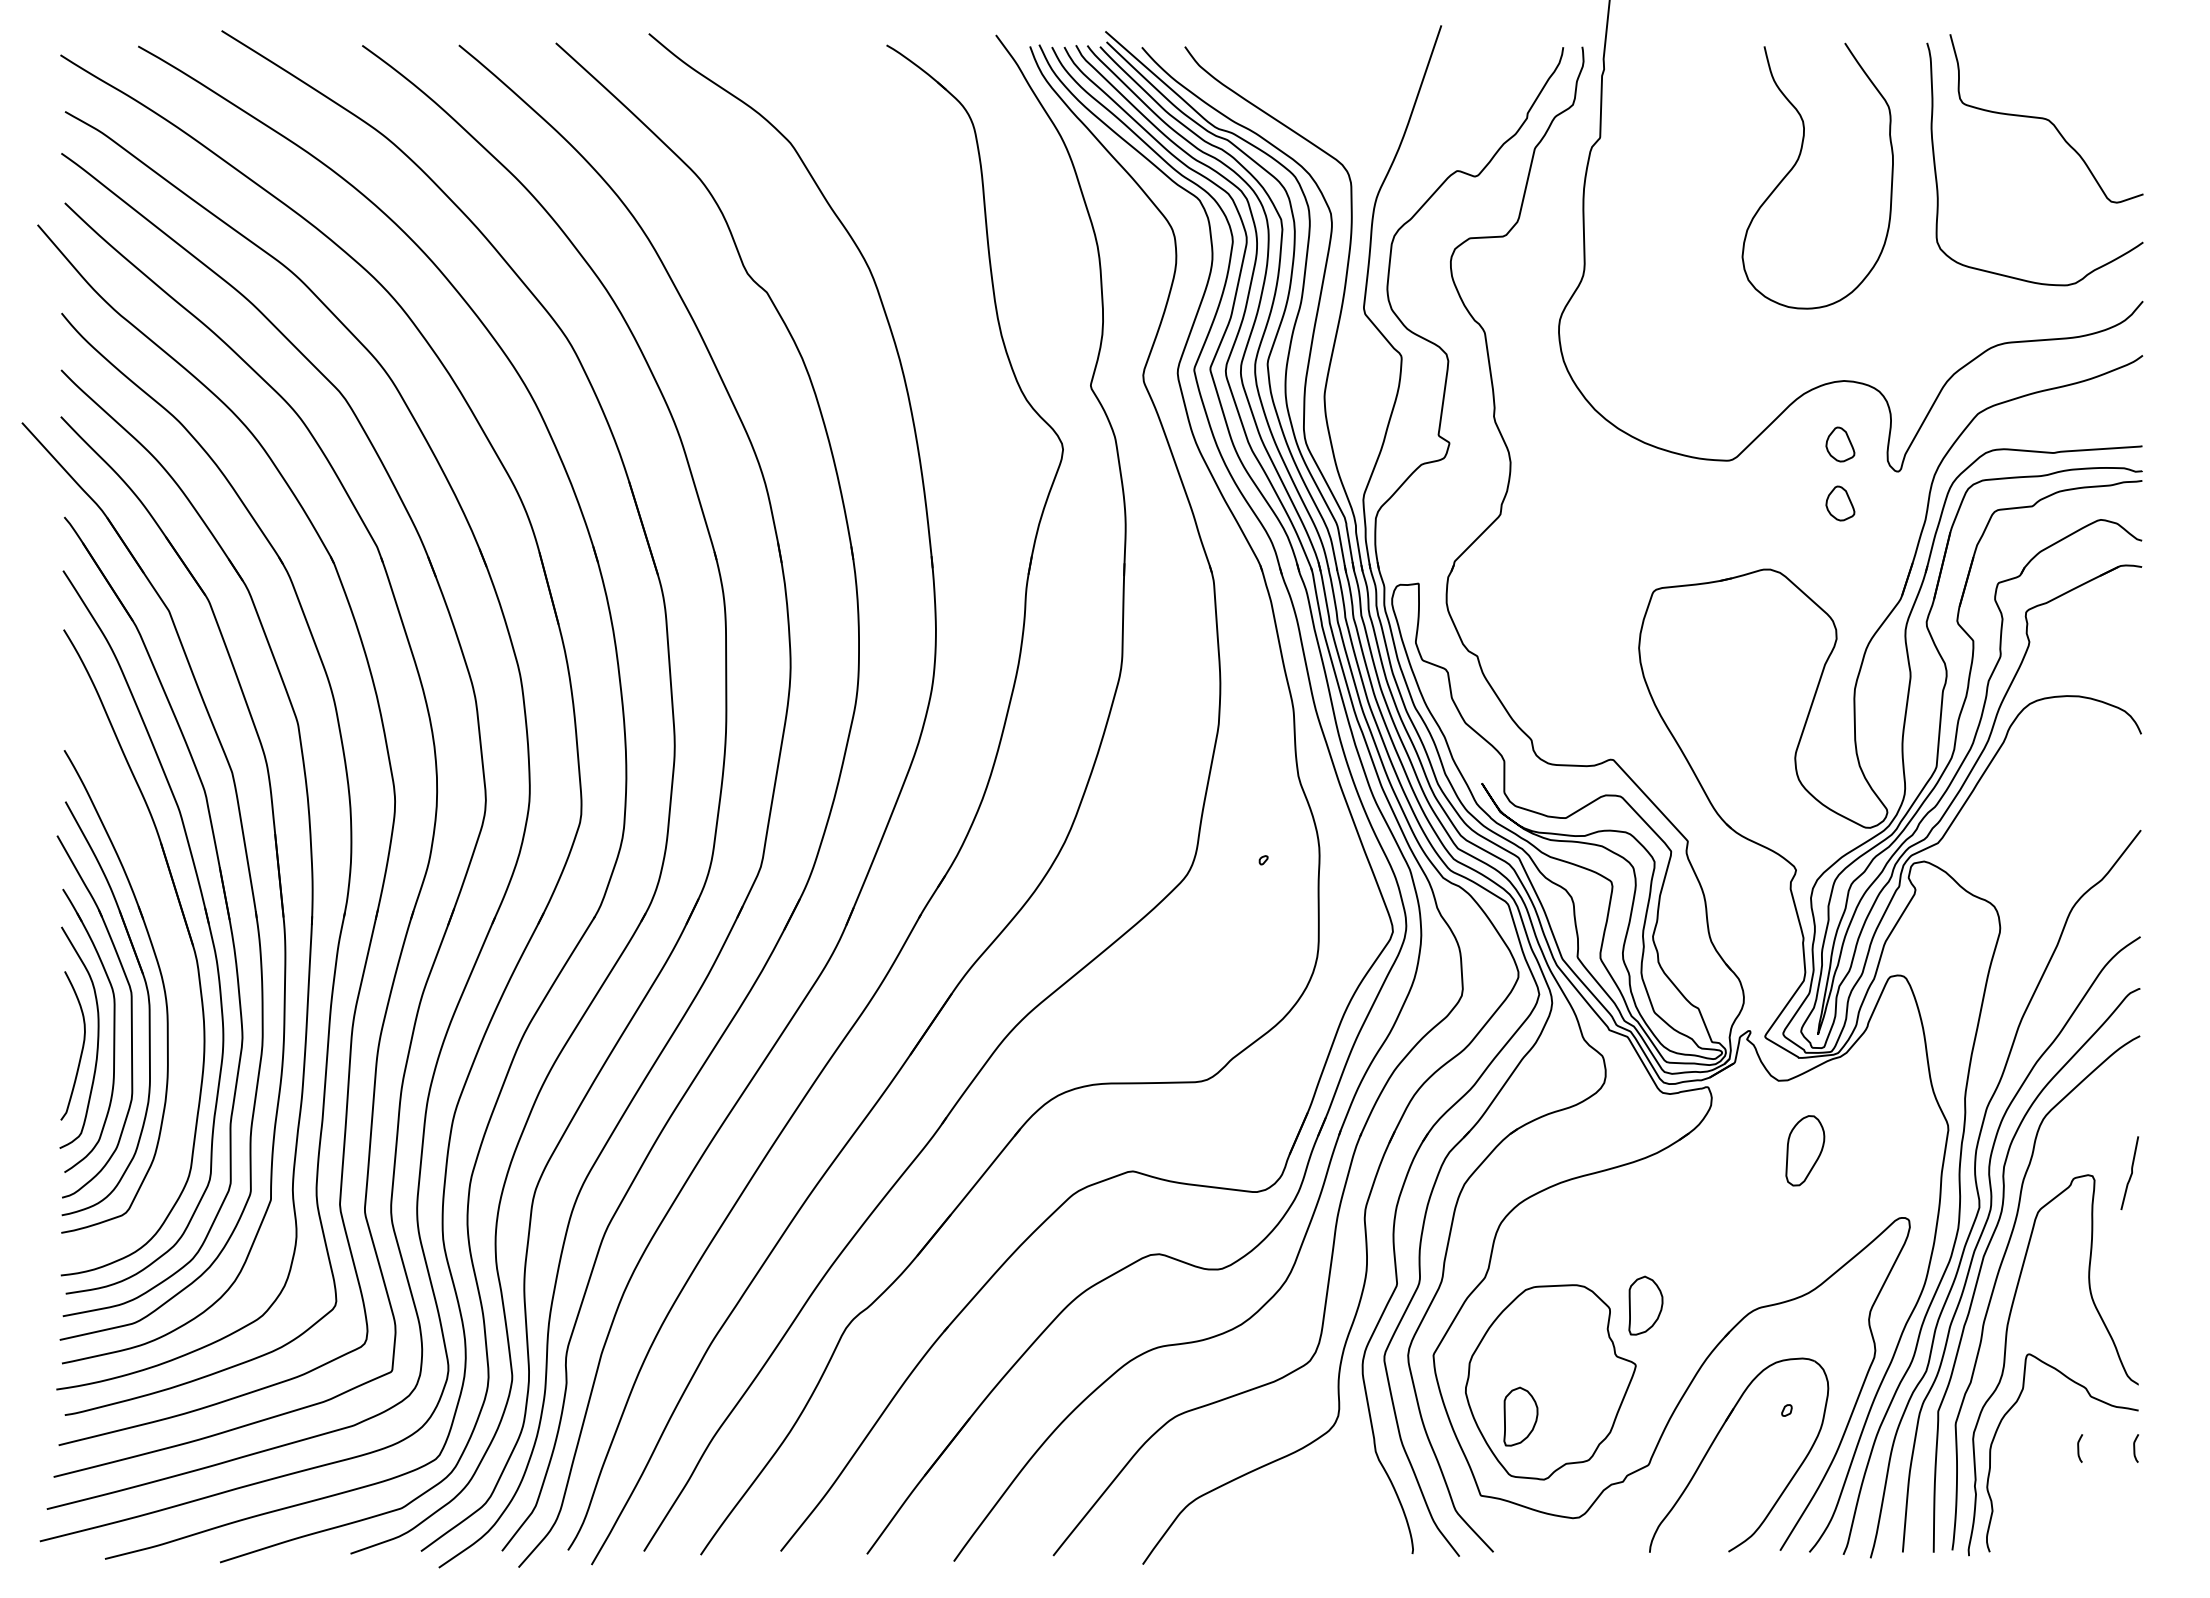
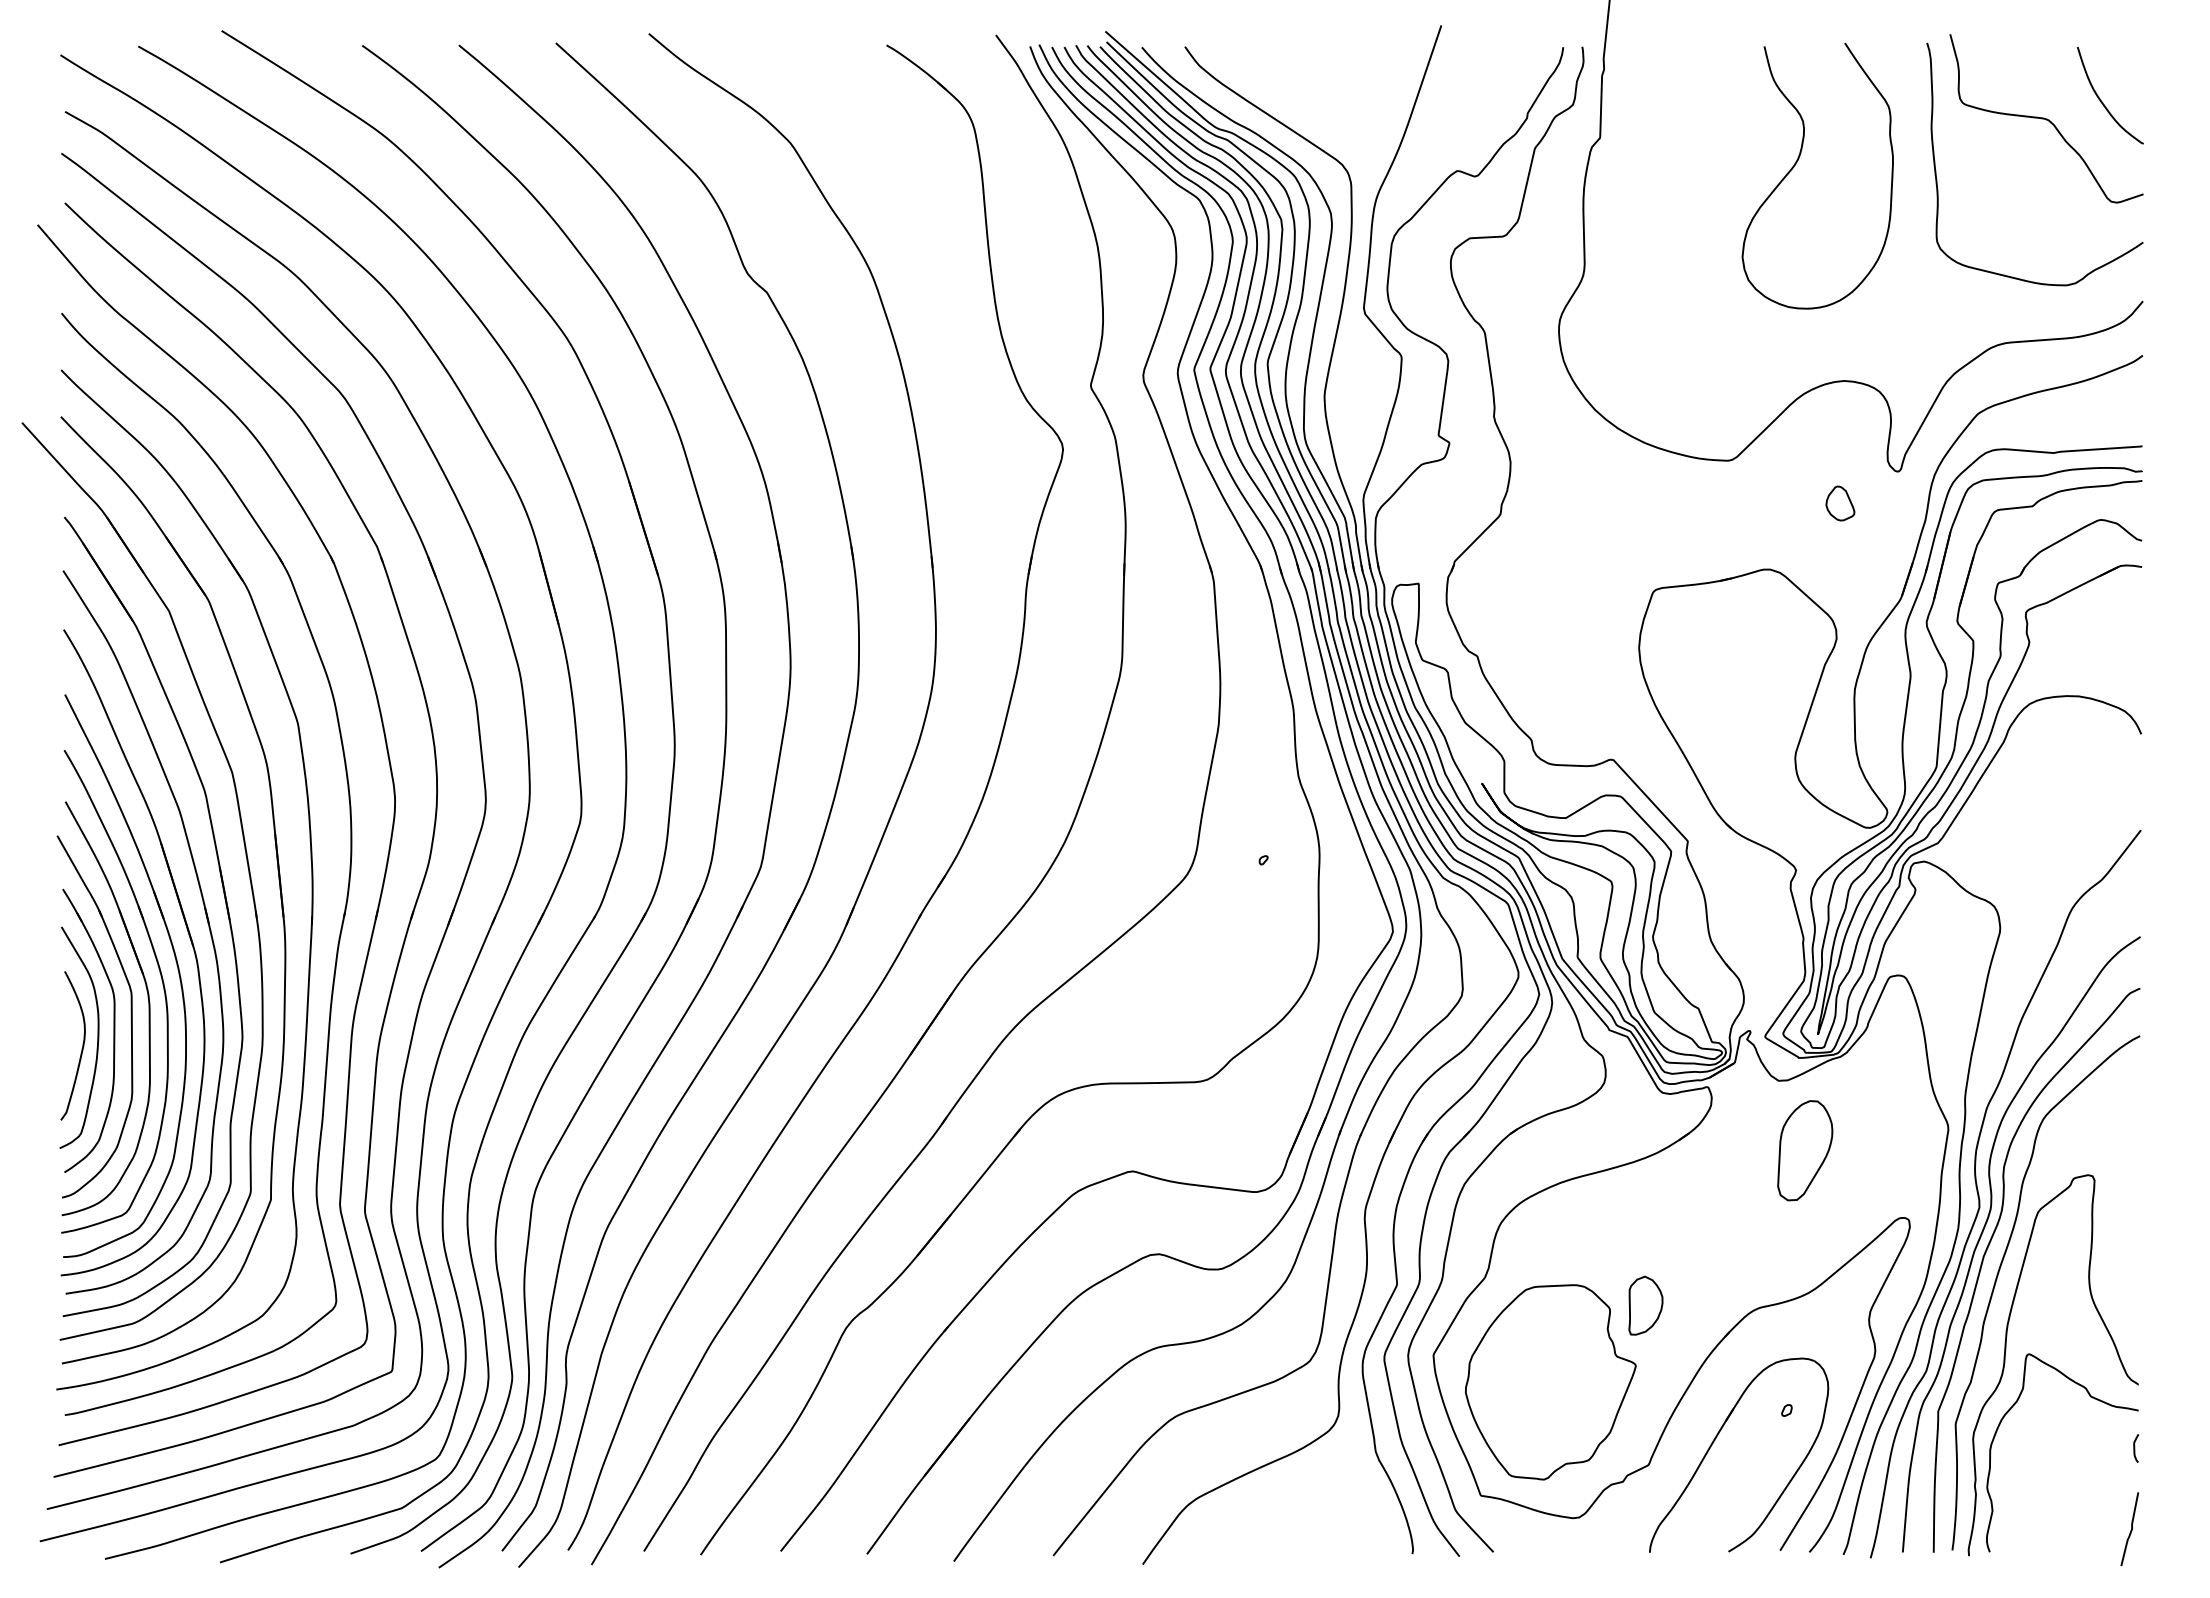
curve at (2103, 102): none -> present
part at (1840, 444): present -> none
part at (175, 961): none -> present
part at (1805, 1150) size: 41x72 px -> 57x102 px
curve at (2130, 1174) position: (2130, 1174) -> (2130, 1530)
part at (1520, 1416): present -> none
curve at (2079, 1448): present -> none
